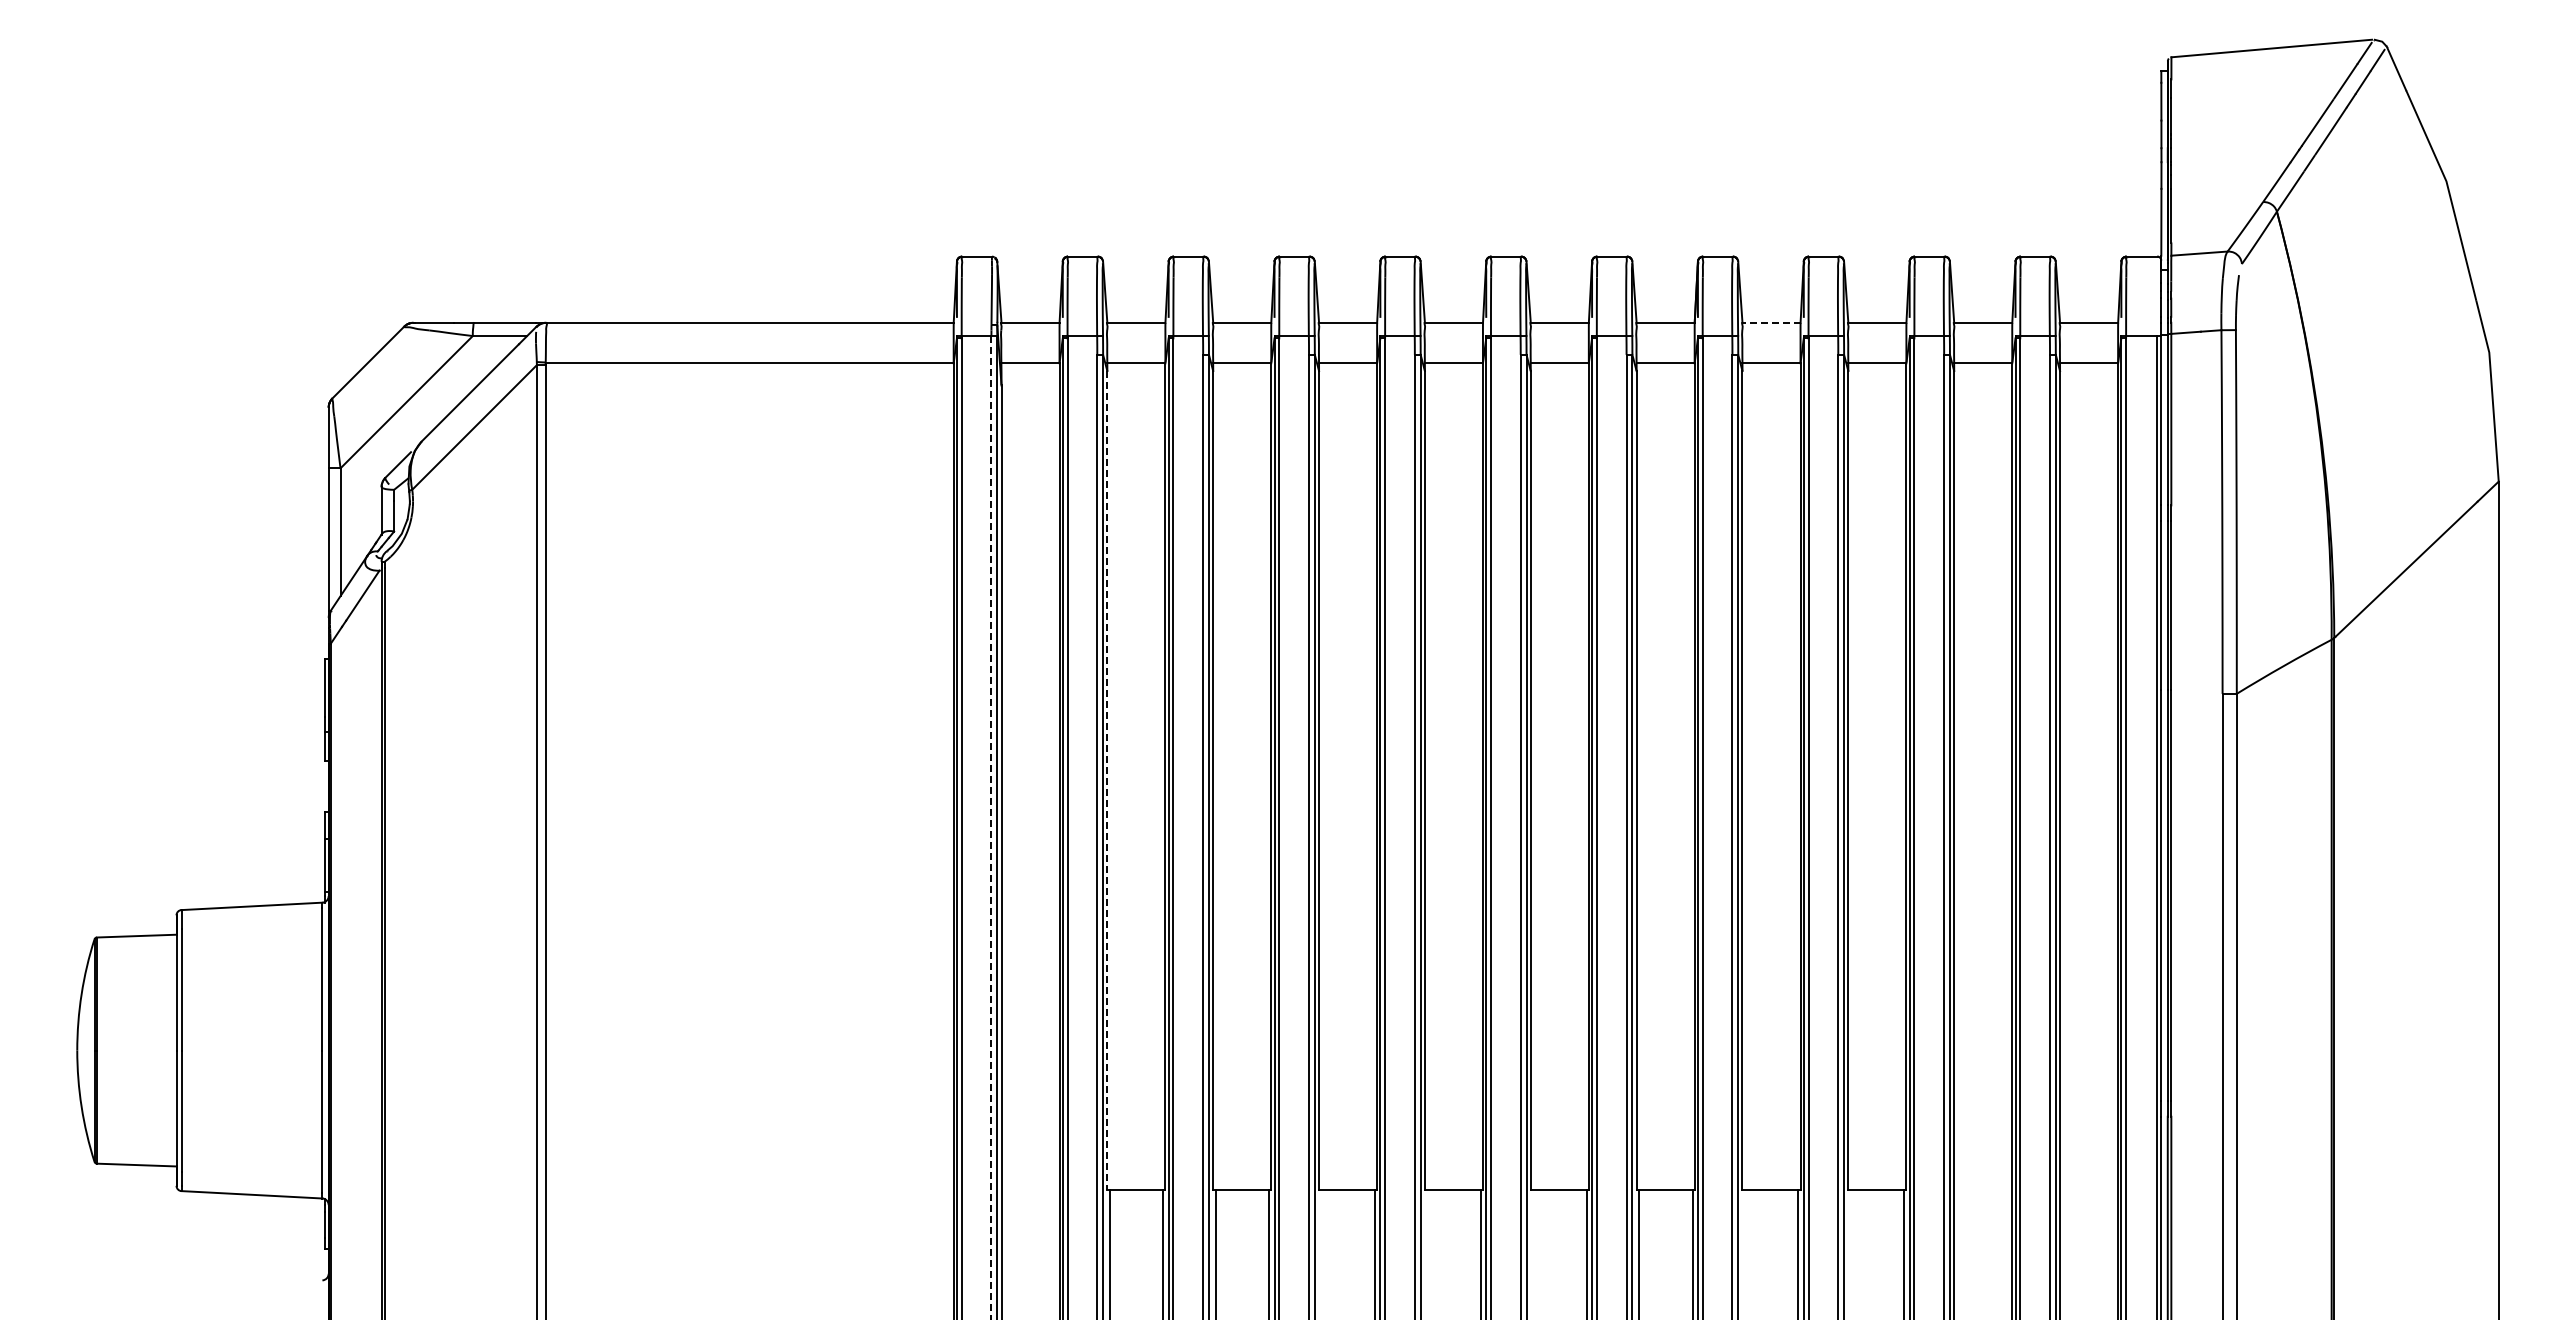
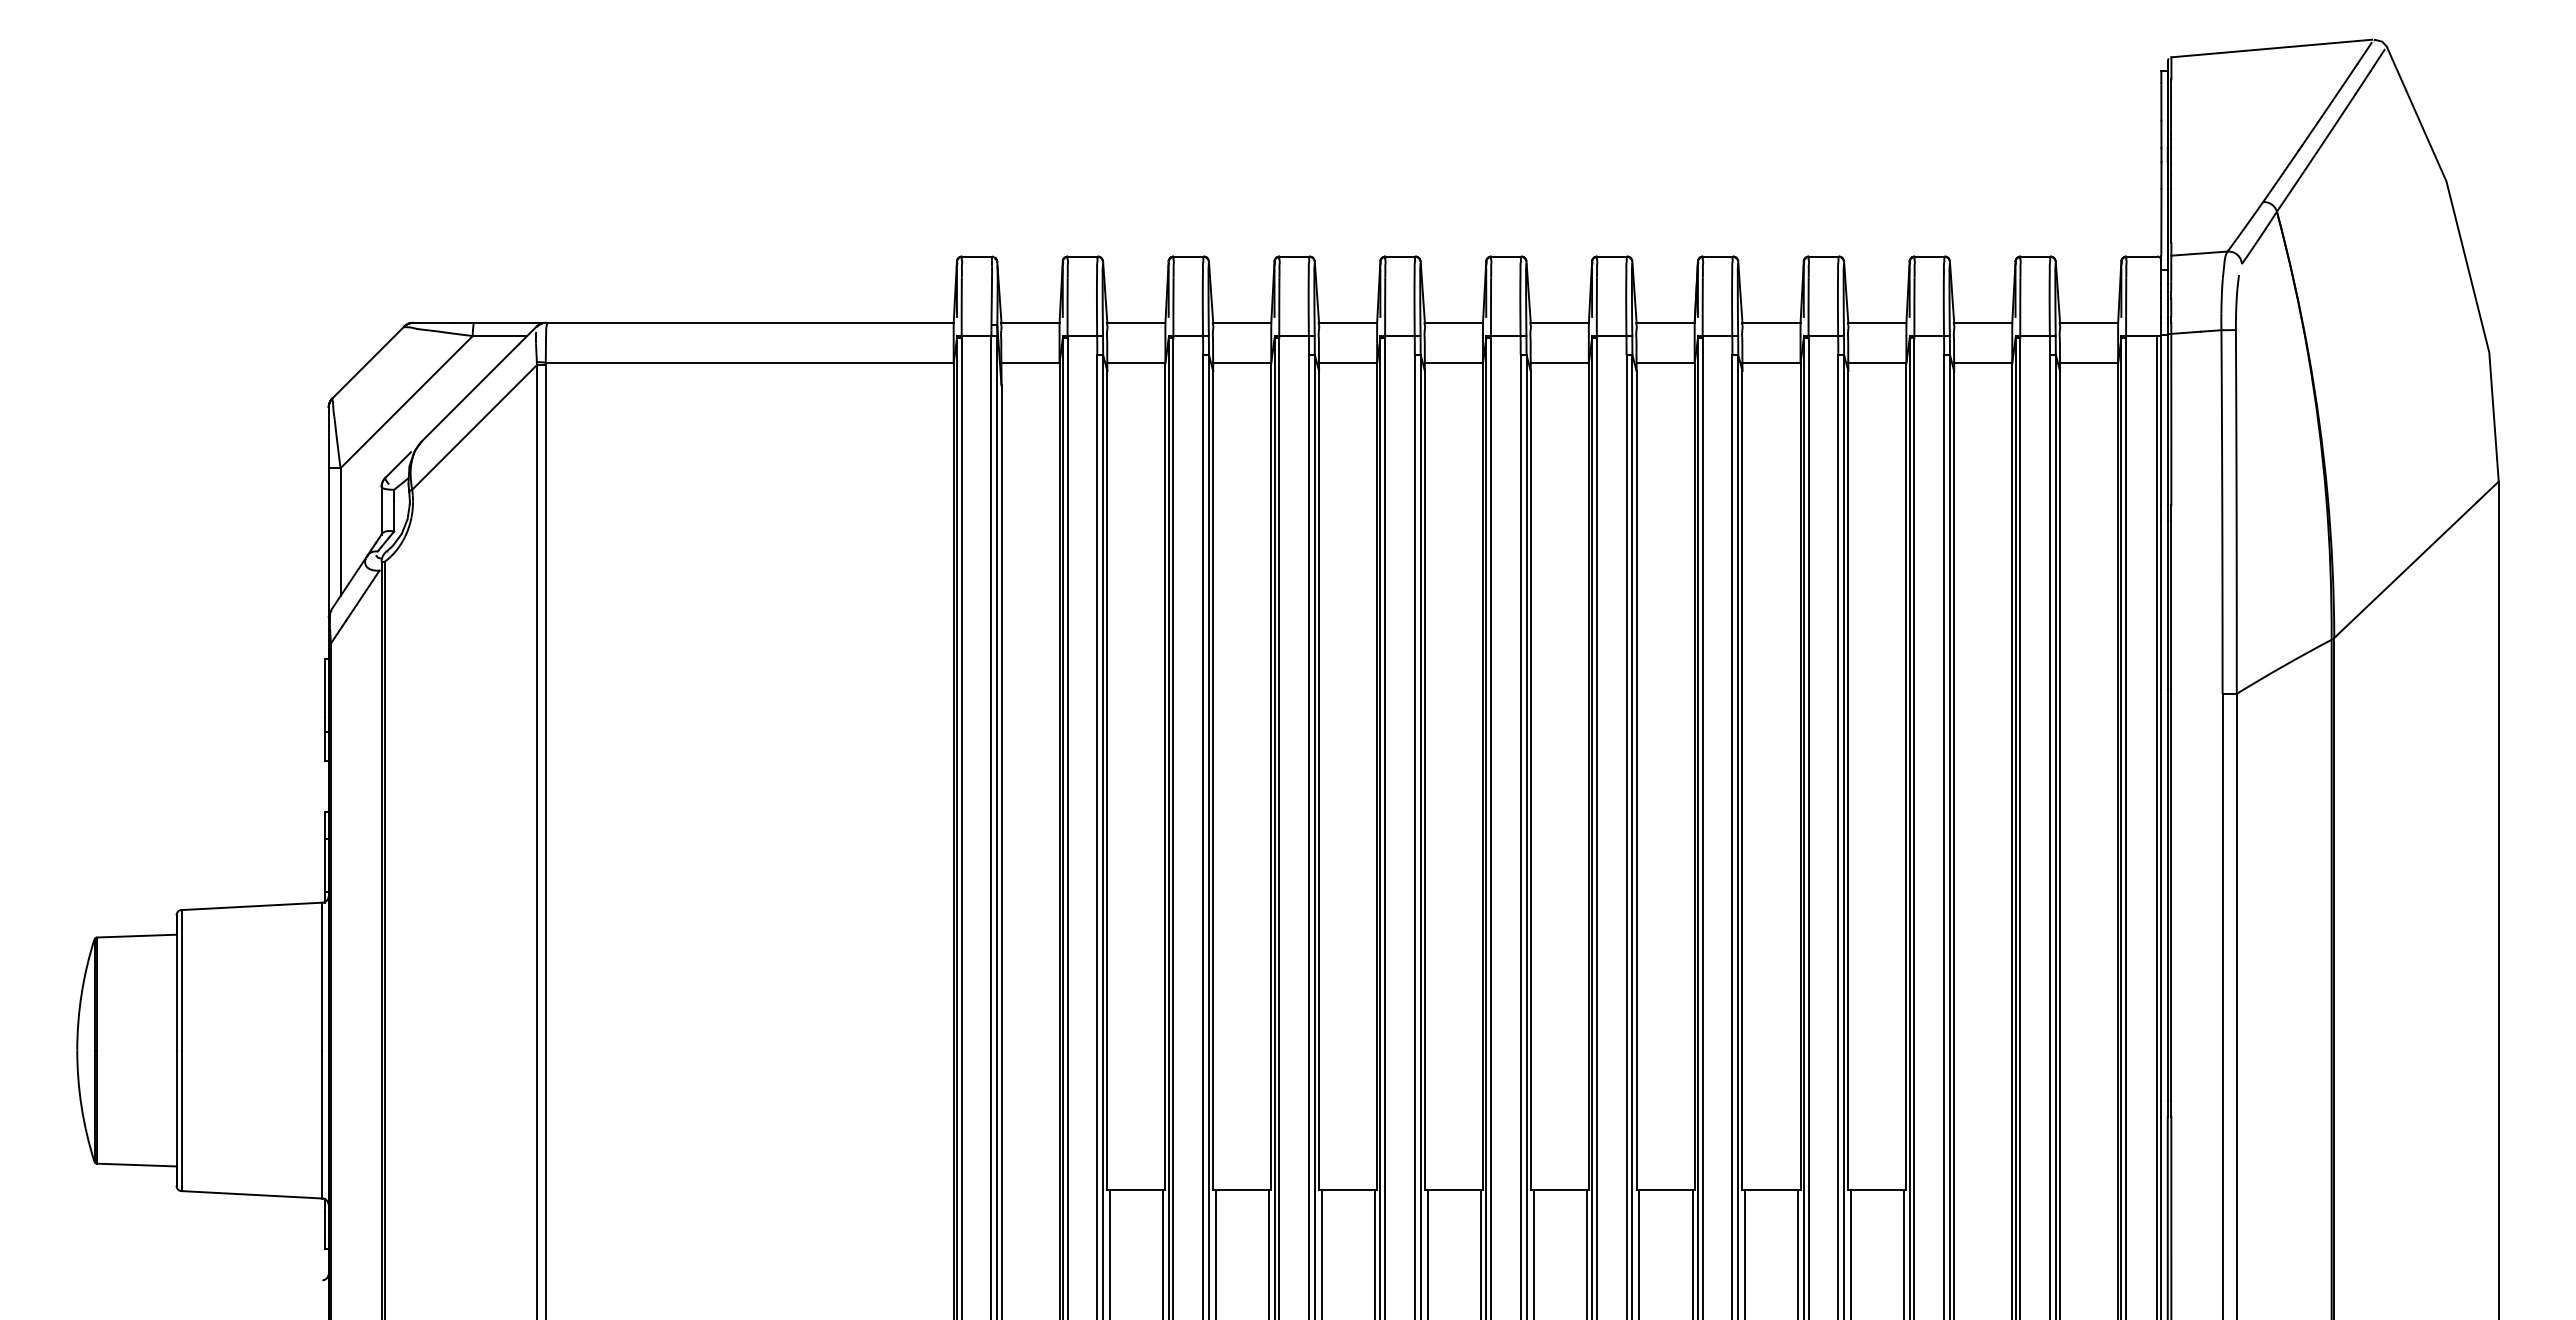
line at (1771, 322): dashed -> solid
line at (1107, 780): dashed -> solid
line at (991, 827): dashed -> solid
line at (1321, 1252): none -> present
line at (1427, 1252): none -> present
line at (1533, 1252): none -> present
line at (1745, 1252): none -> present
line at (1851, 1252): none -> present
